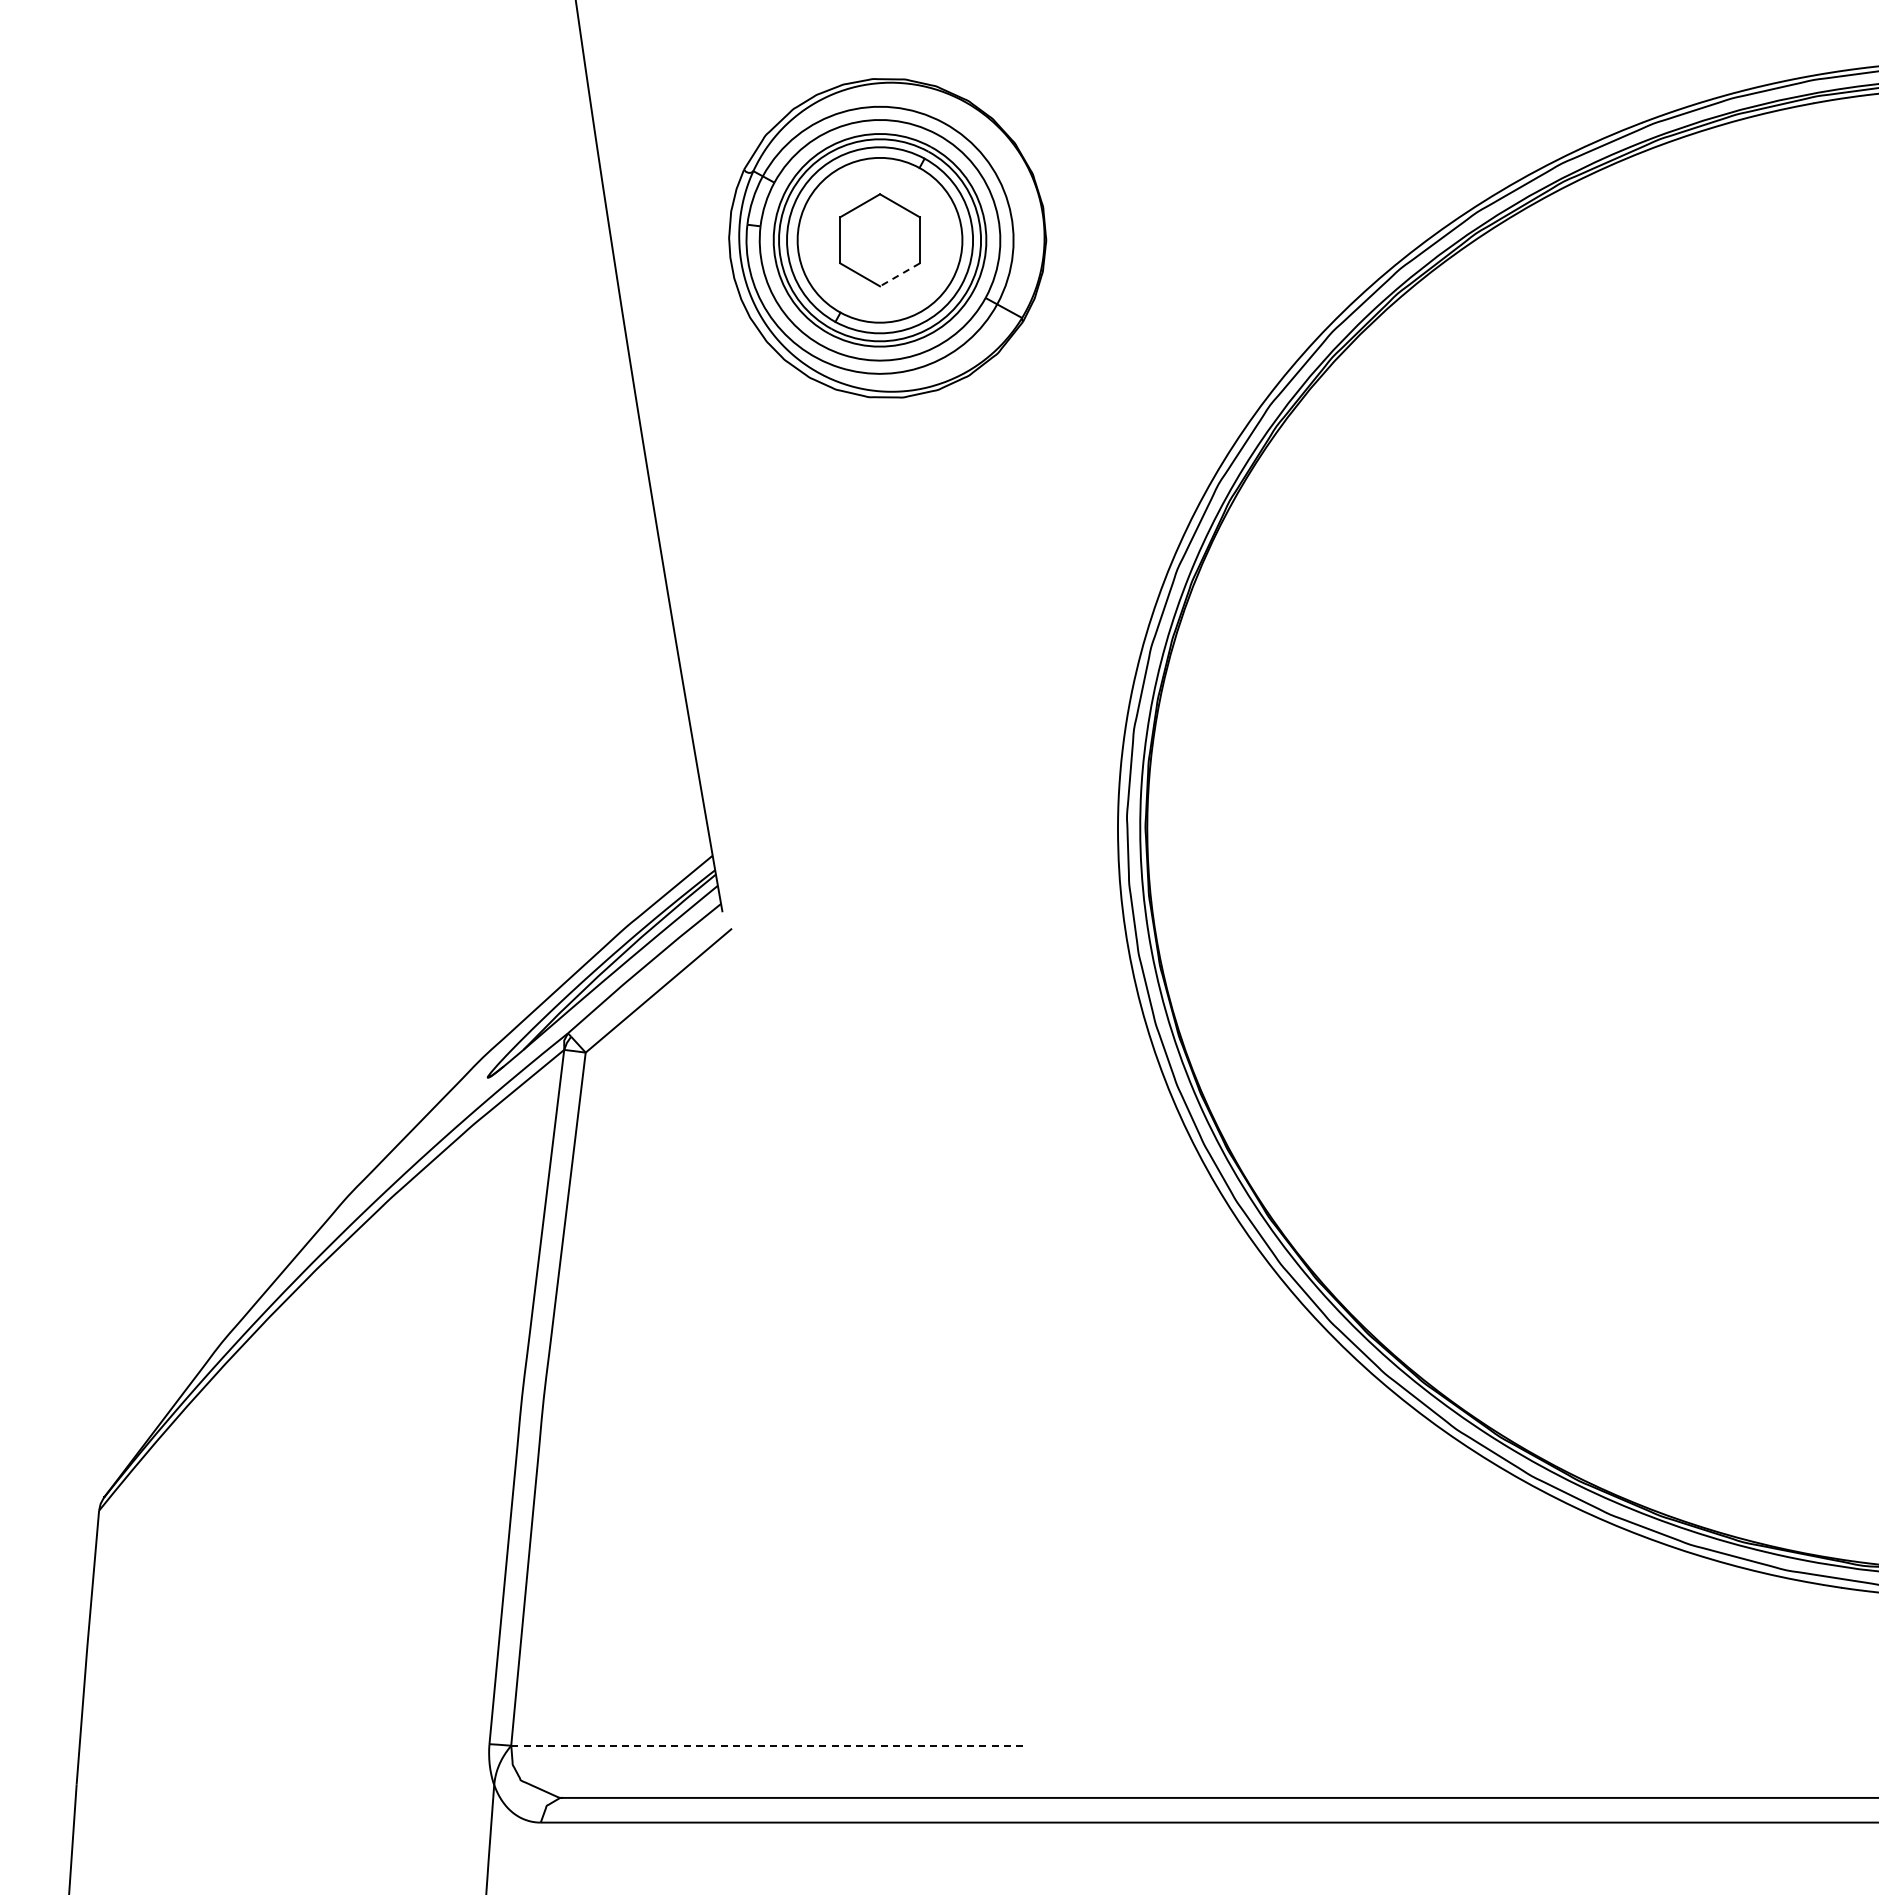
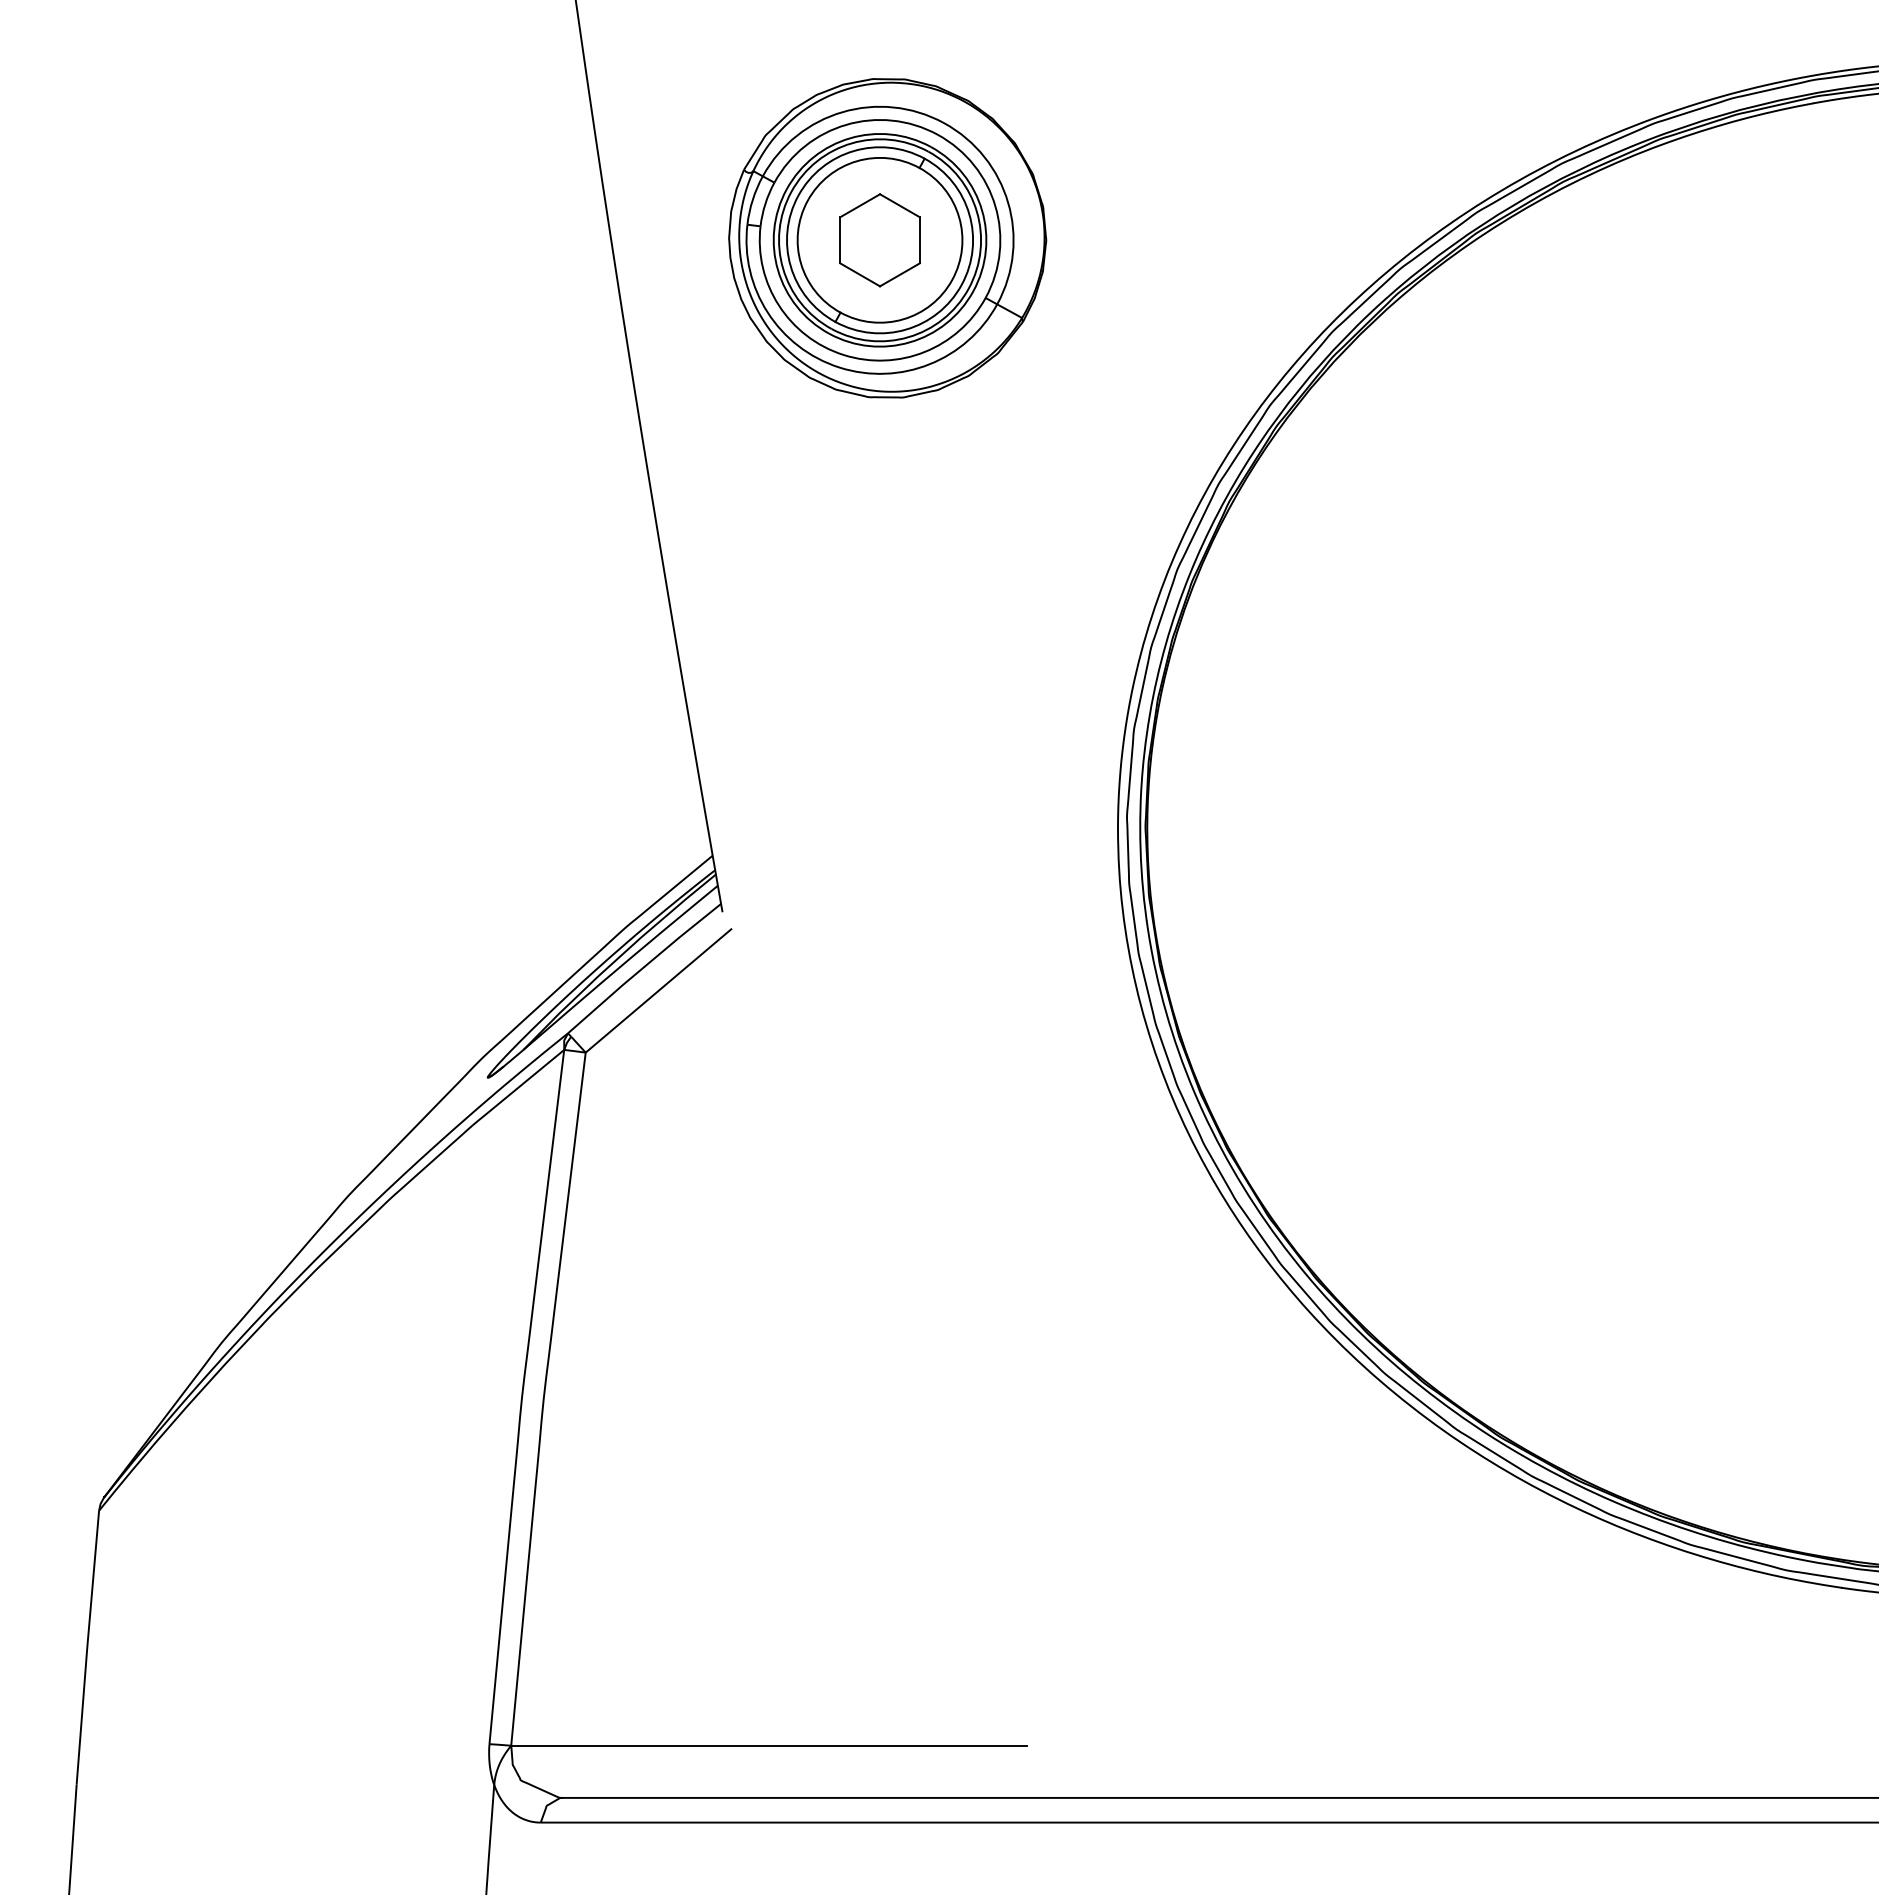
line at (899, 275): dashed -> solid
line at (768, 1745): dashed -> solid
